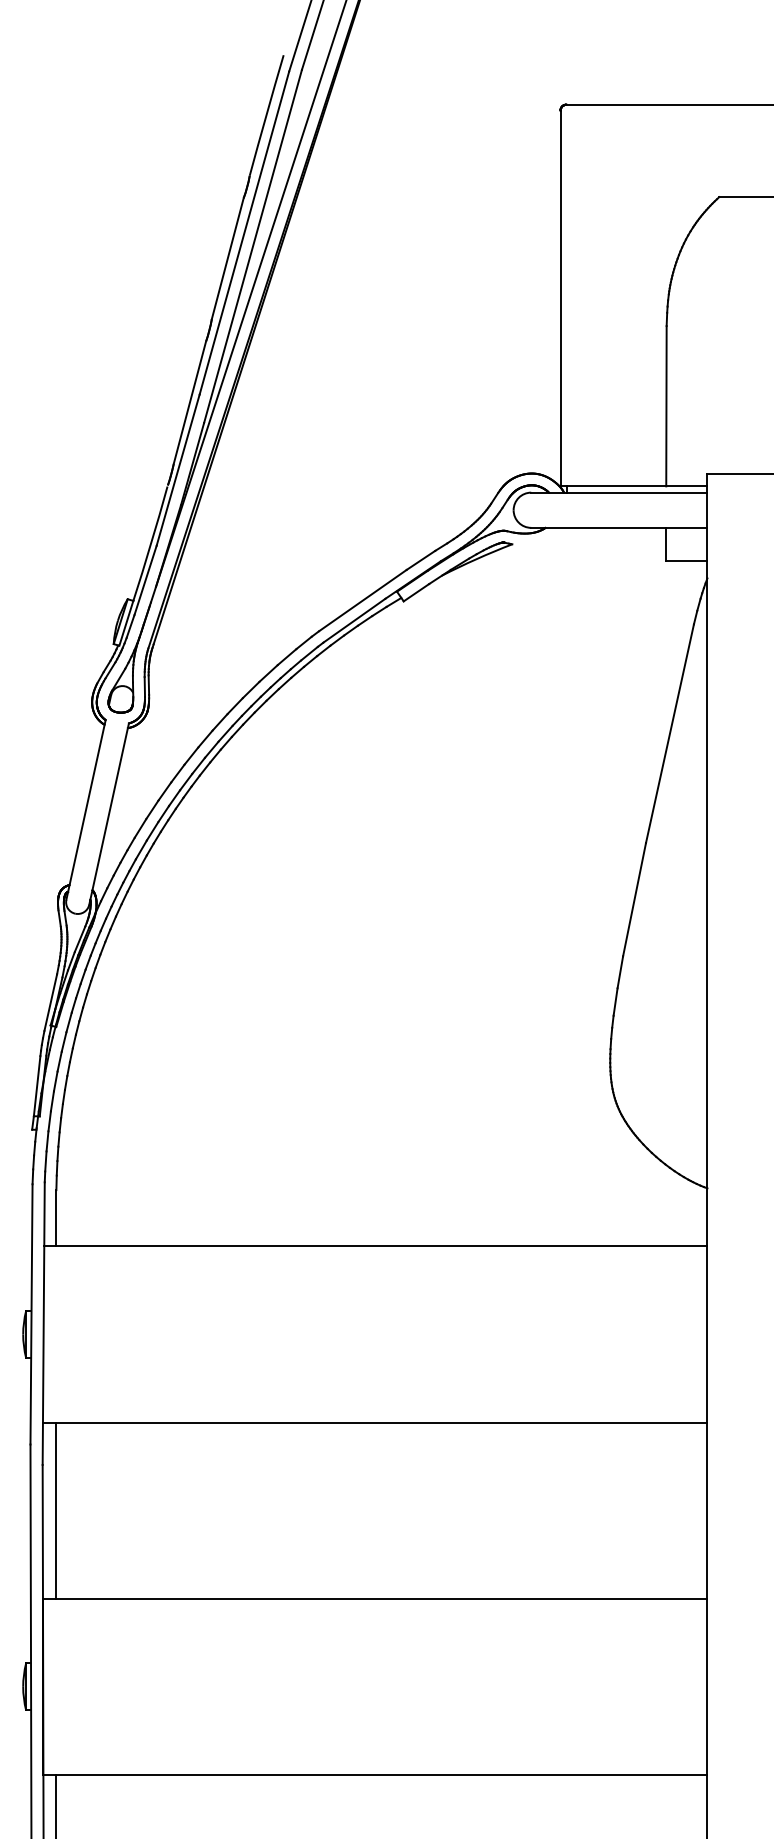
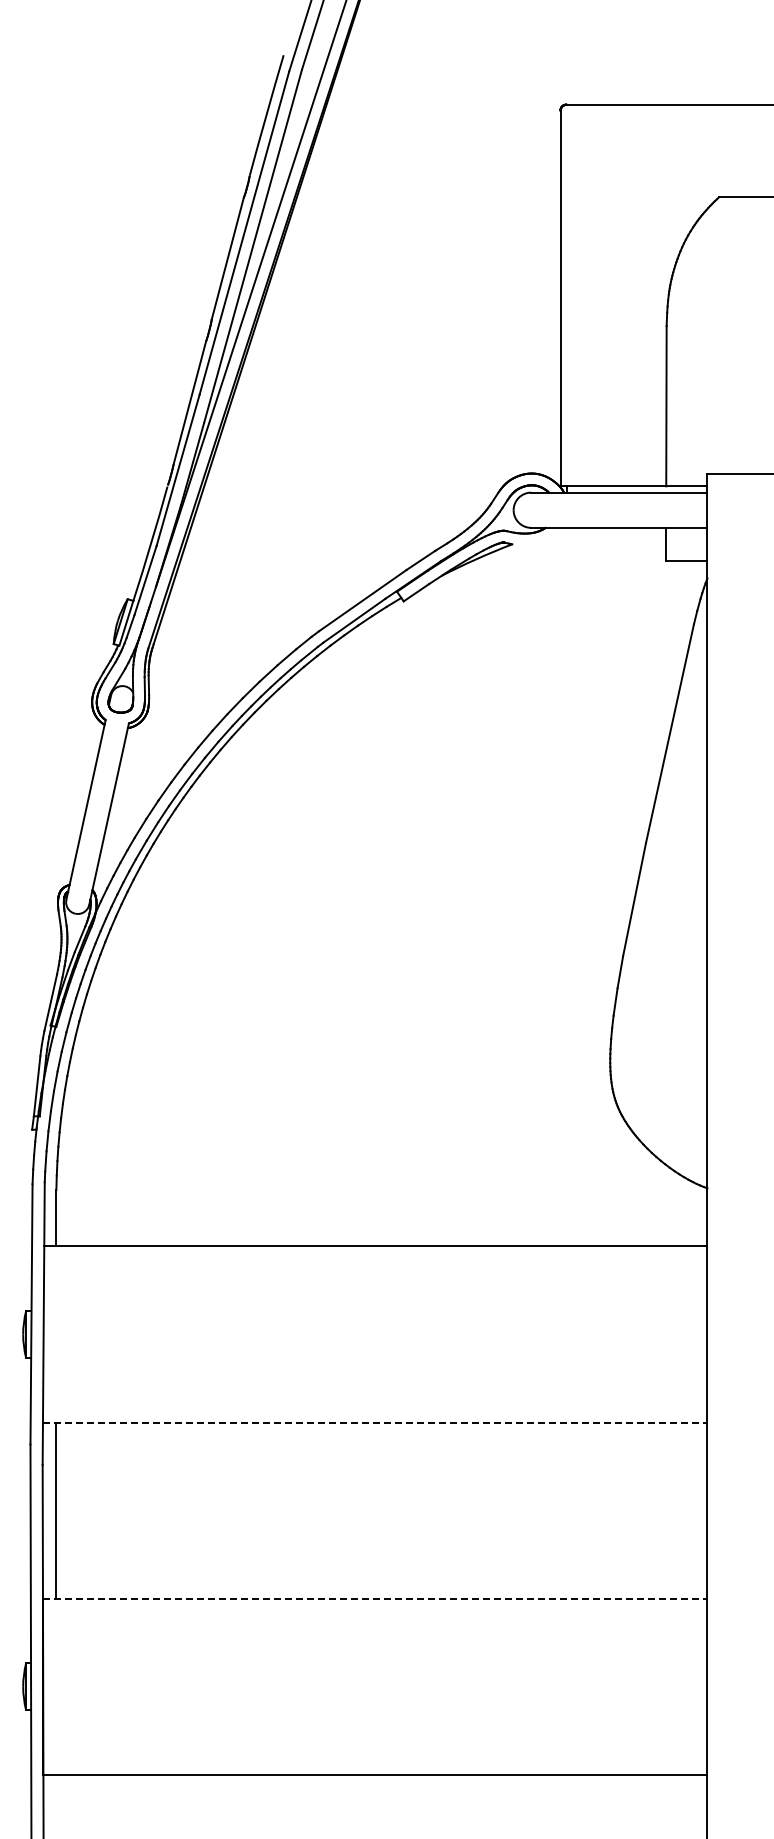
line at (375, 1422): solid -> dashed
line at (375, 1598): solid -> dashed
line at (56, 1804): present -> none
